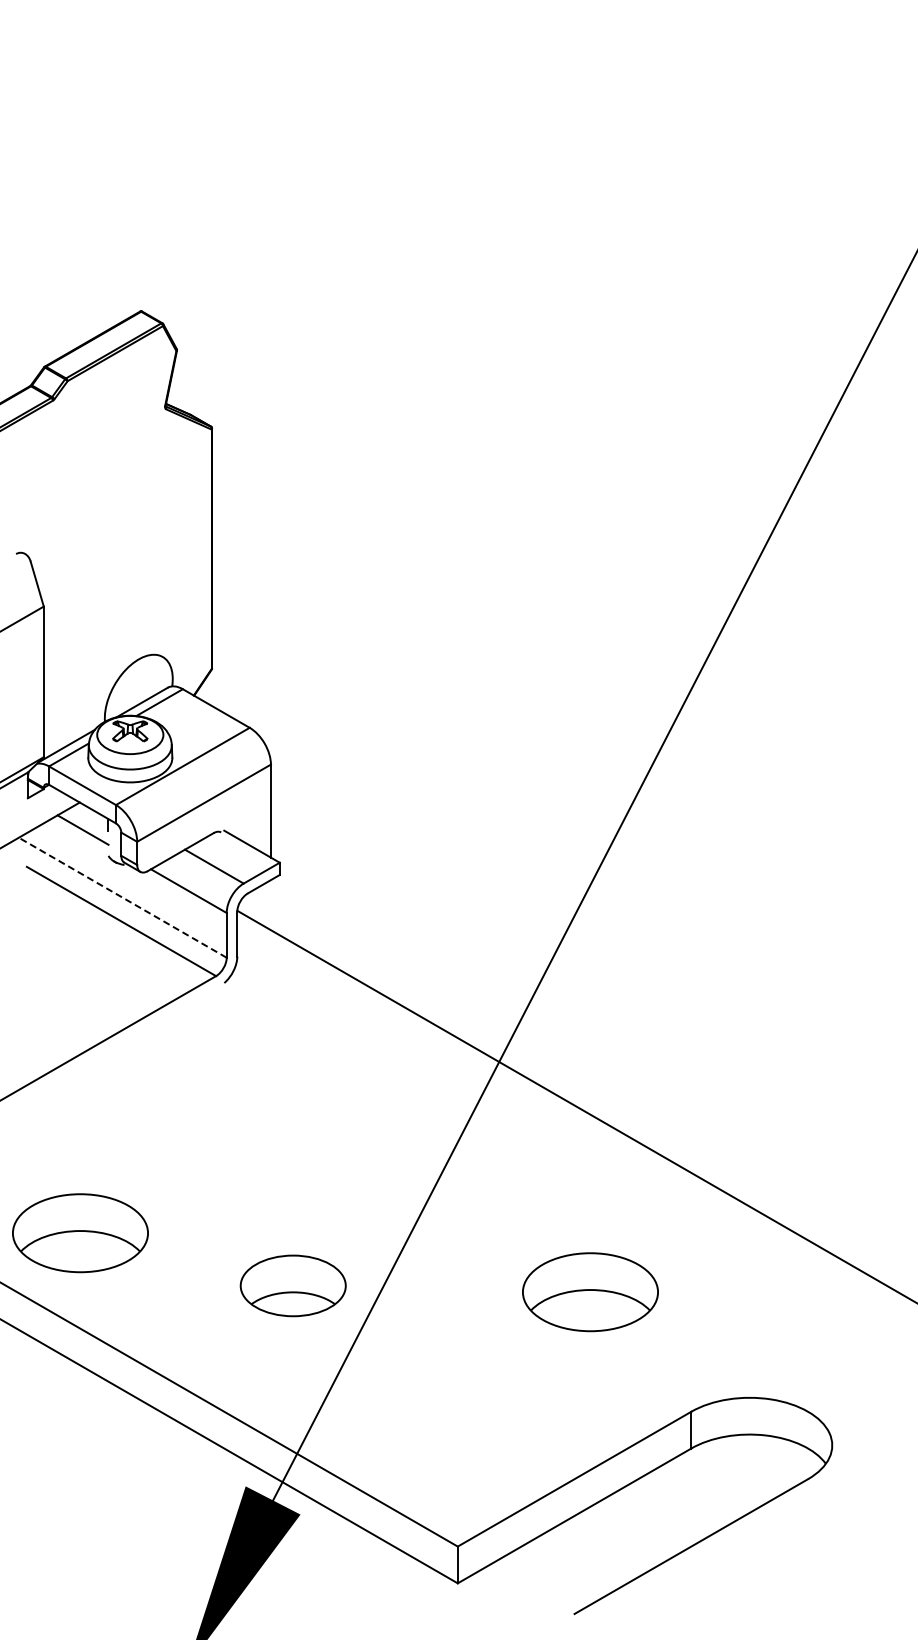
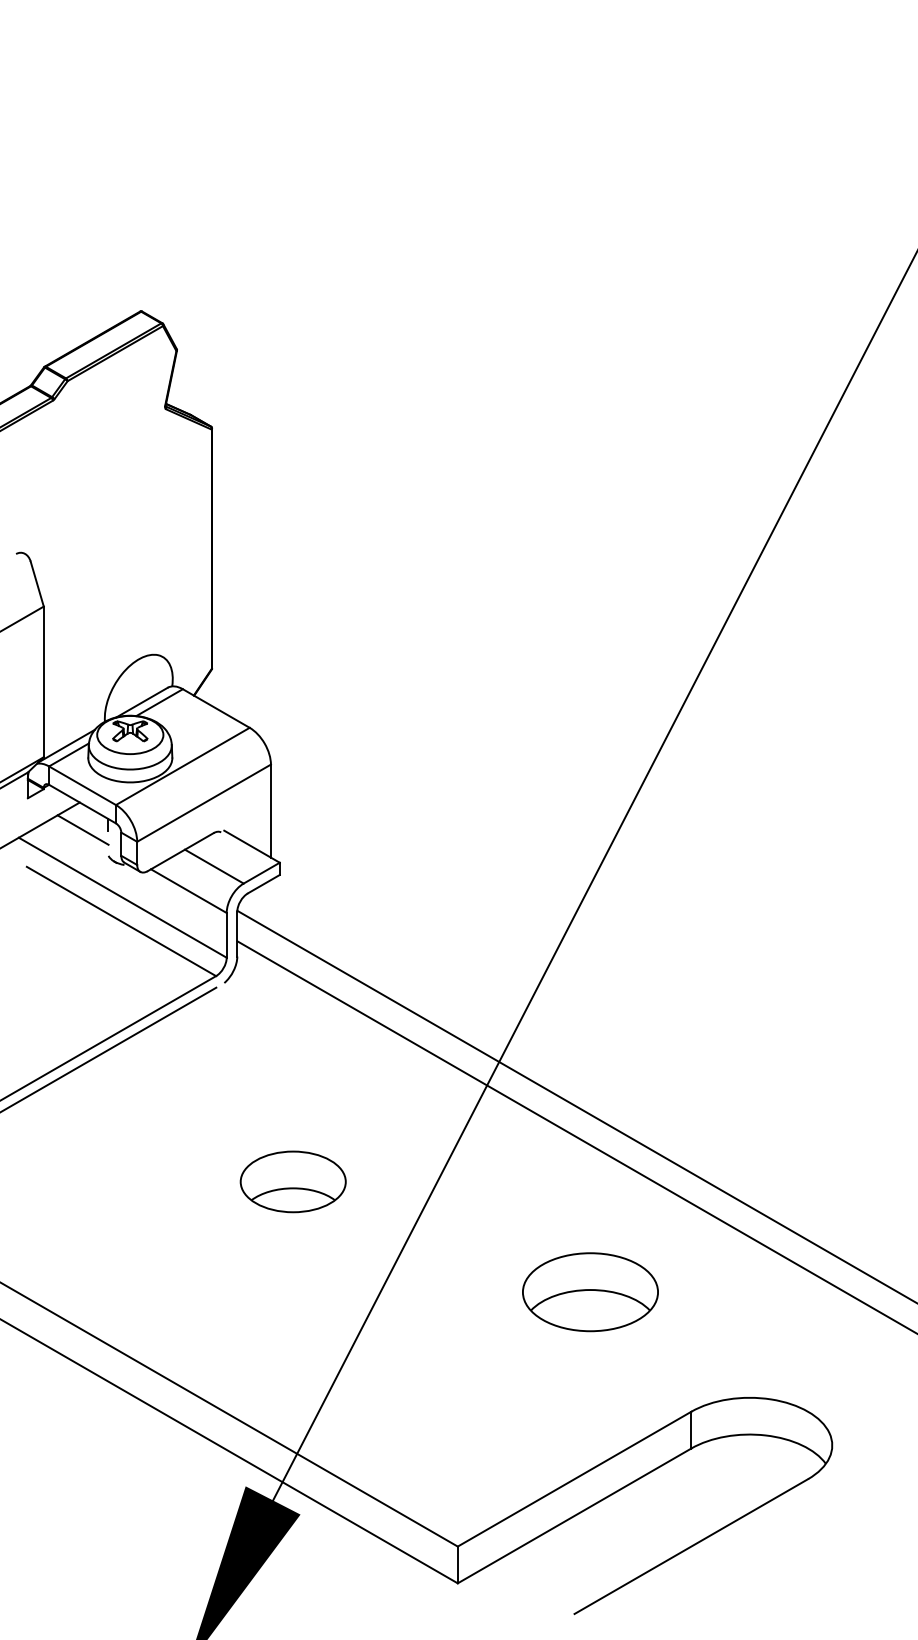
line at (122, 897): dashed -> solid
line at (109, 1049): none -> present
line at (575, 1136): none -> present
part at (80, 1233): present -> none
part at (292, 1285) position: (292, 1285) -> (292, 1181)
